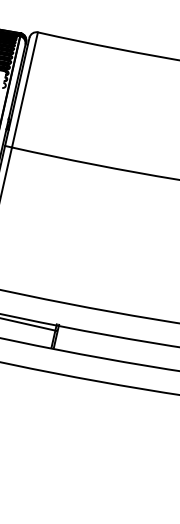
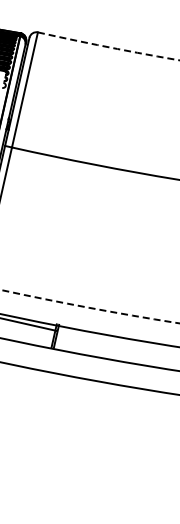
arc at (109, 47): solid -> dashed
arc at (89, 307): solid -> dashed
